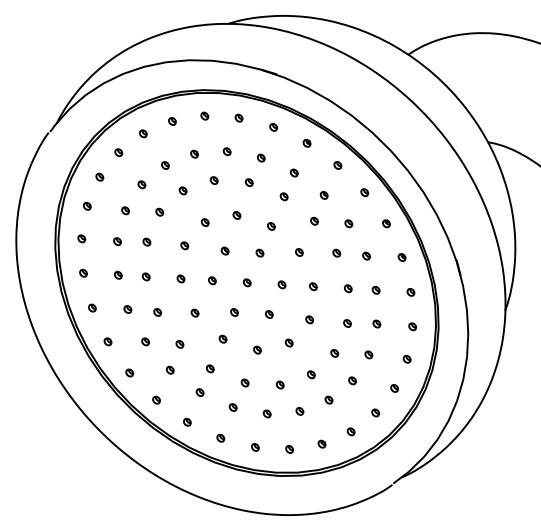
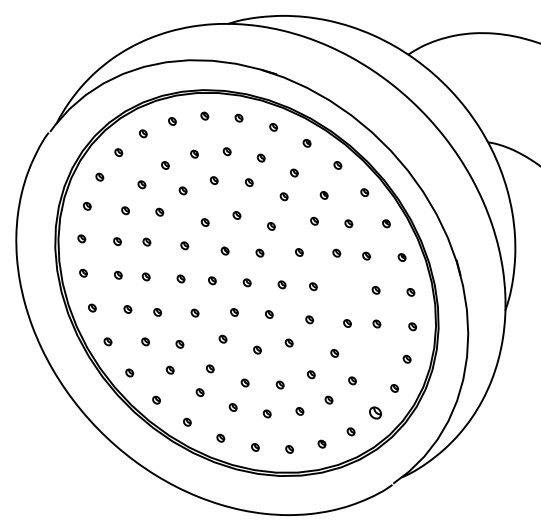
part at (347, 288): present -> none
part at (368, 354): present -> none
part at (375, 412) size: 10x10 px -> 13x14 px
